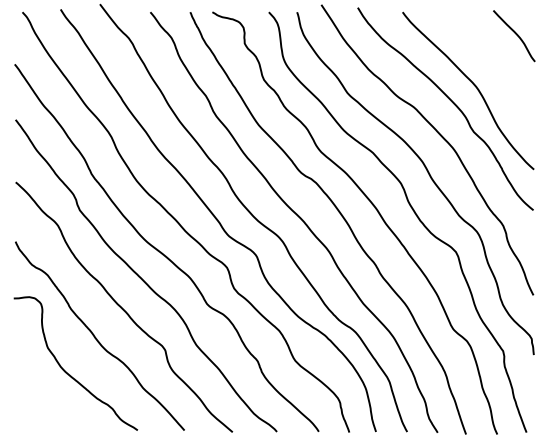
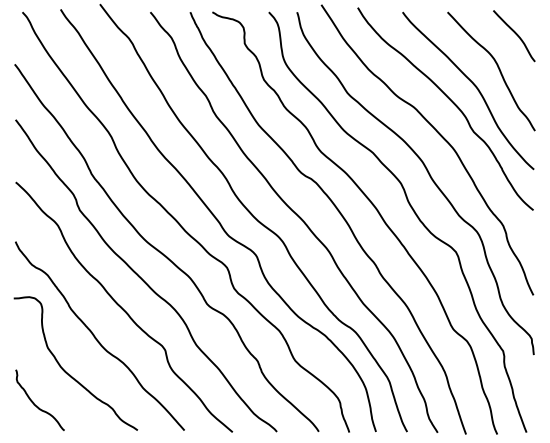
curve at (497, 67): none -> present
curve at (34, 402): none -> present
